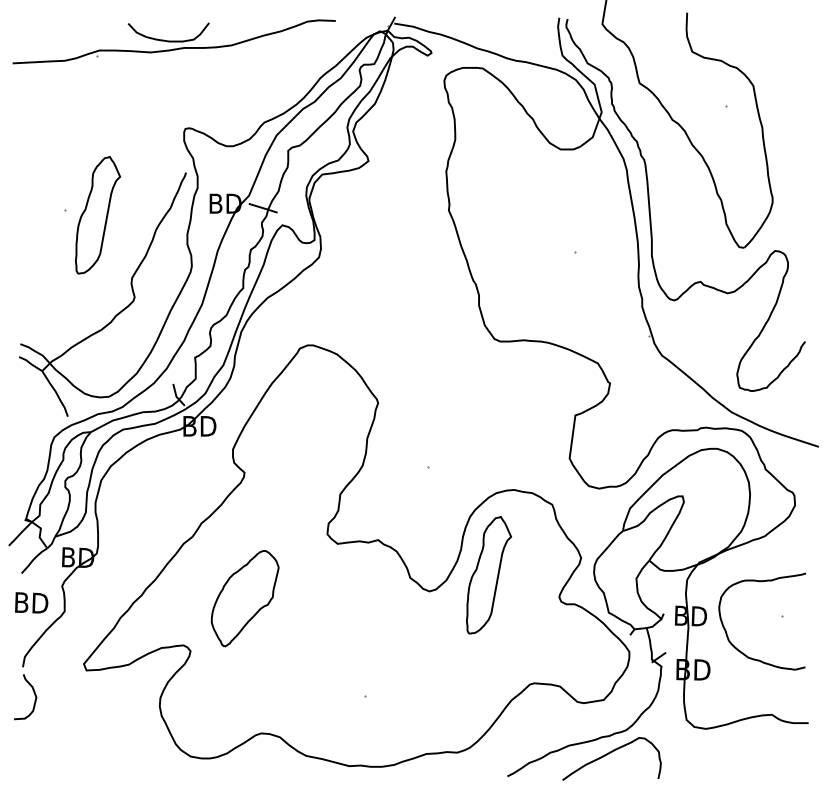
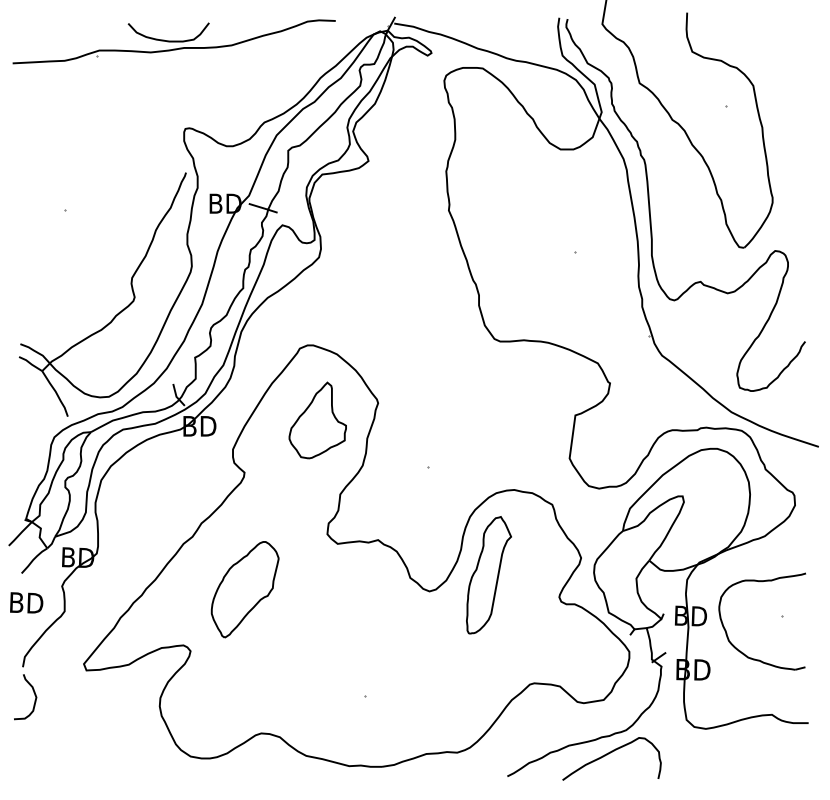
part at (97, 215): present -> none
part at (317, 420): none -> present
part at (244, 598) position: (244, 598) -> (244, 589)
text at (31, 602) position: (31, 602) -> (26, 602)
